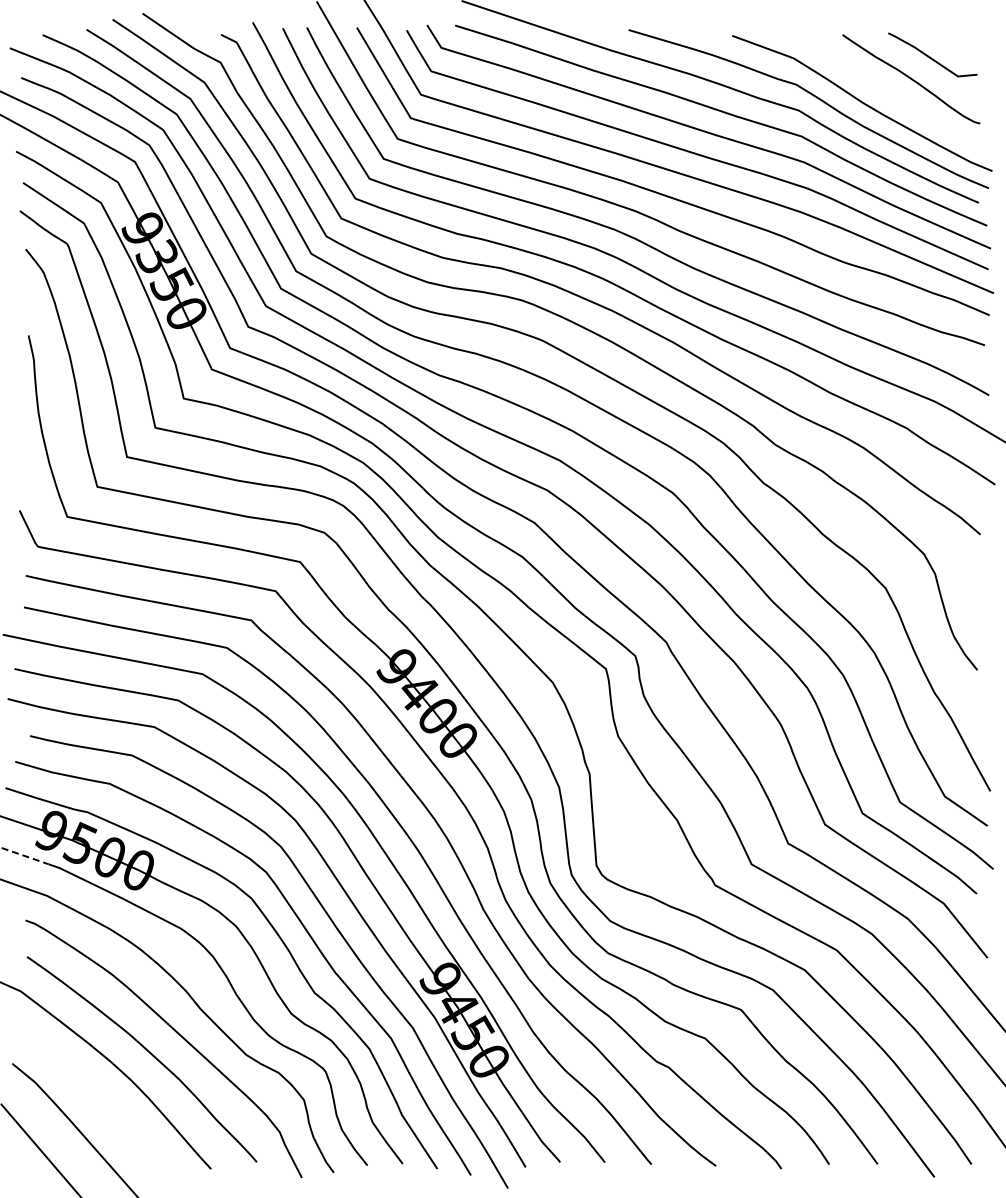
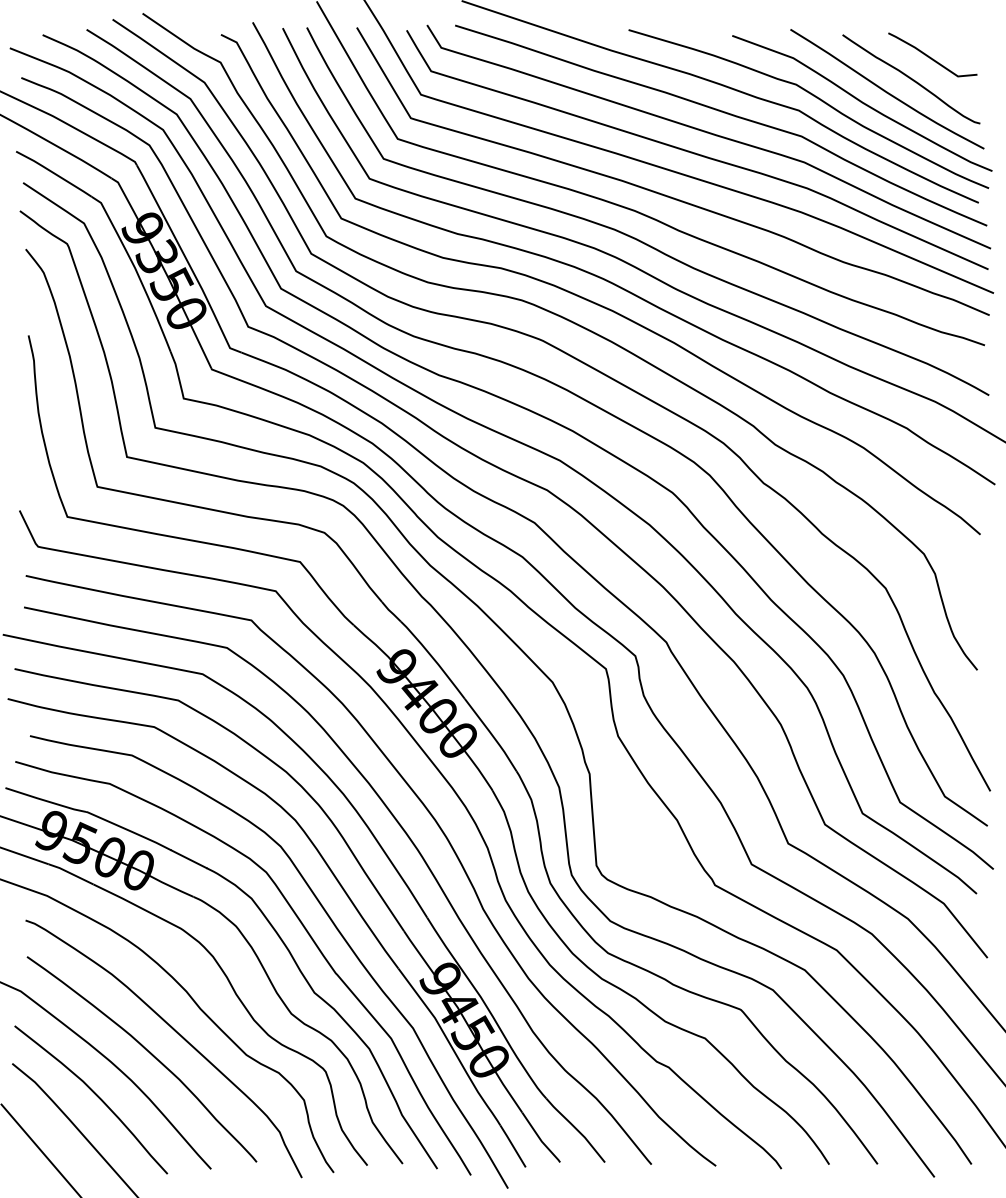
curve at (887, 91): none -> present
line at (25, 856): dashed -> solid
curve at (95, 1095): none -> present
